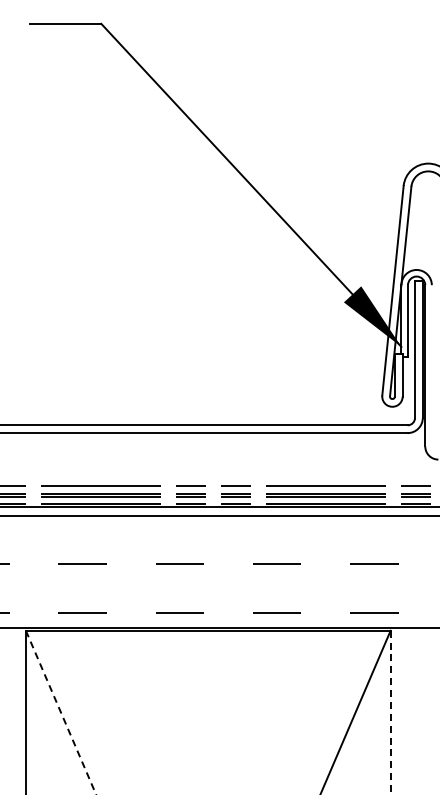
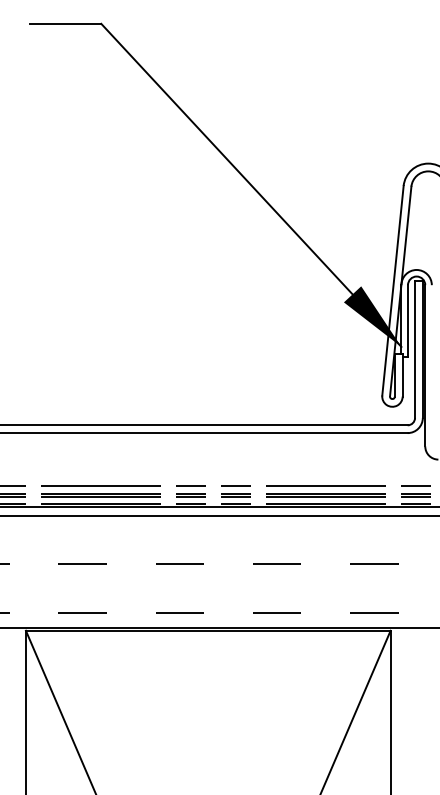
line at (61, 712): dashed -> solid
line at (390, 712): dashed -> solid
